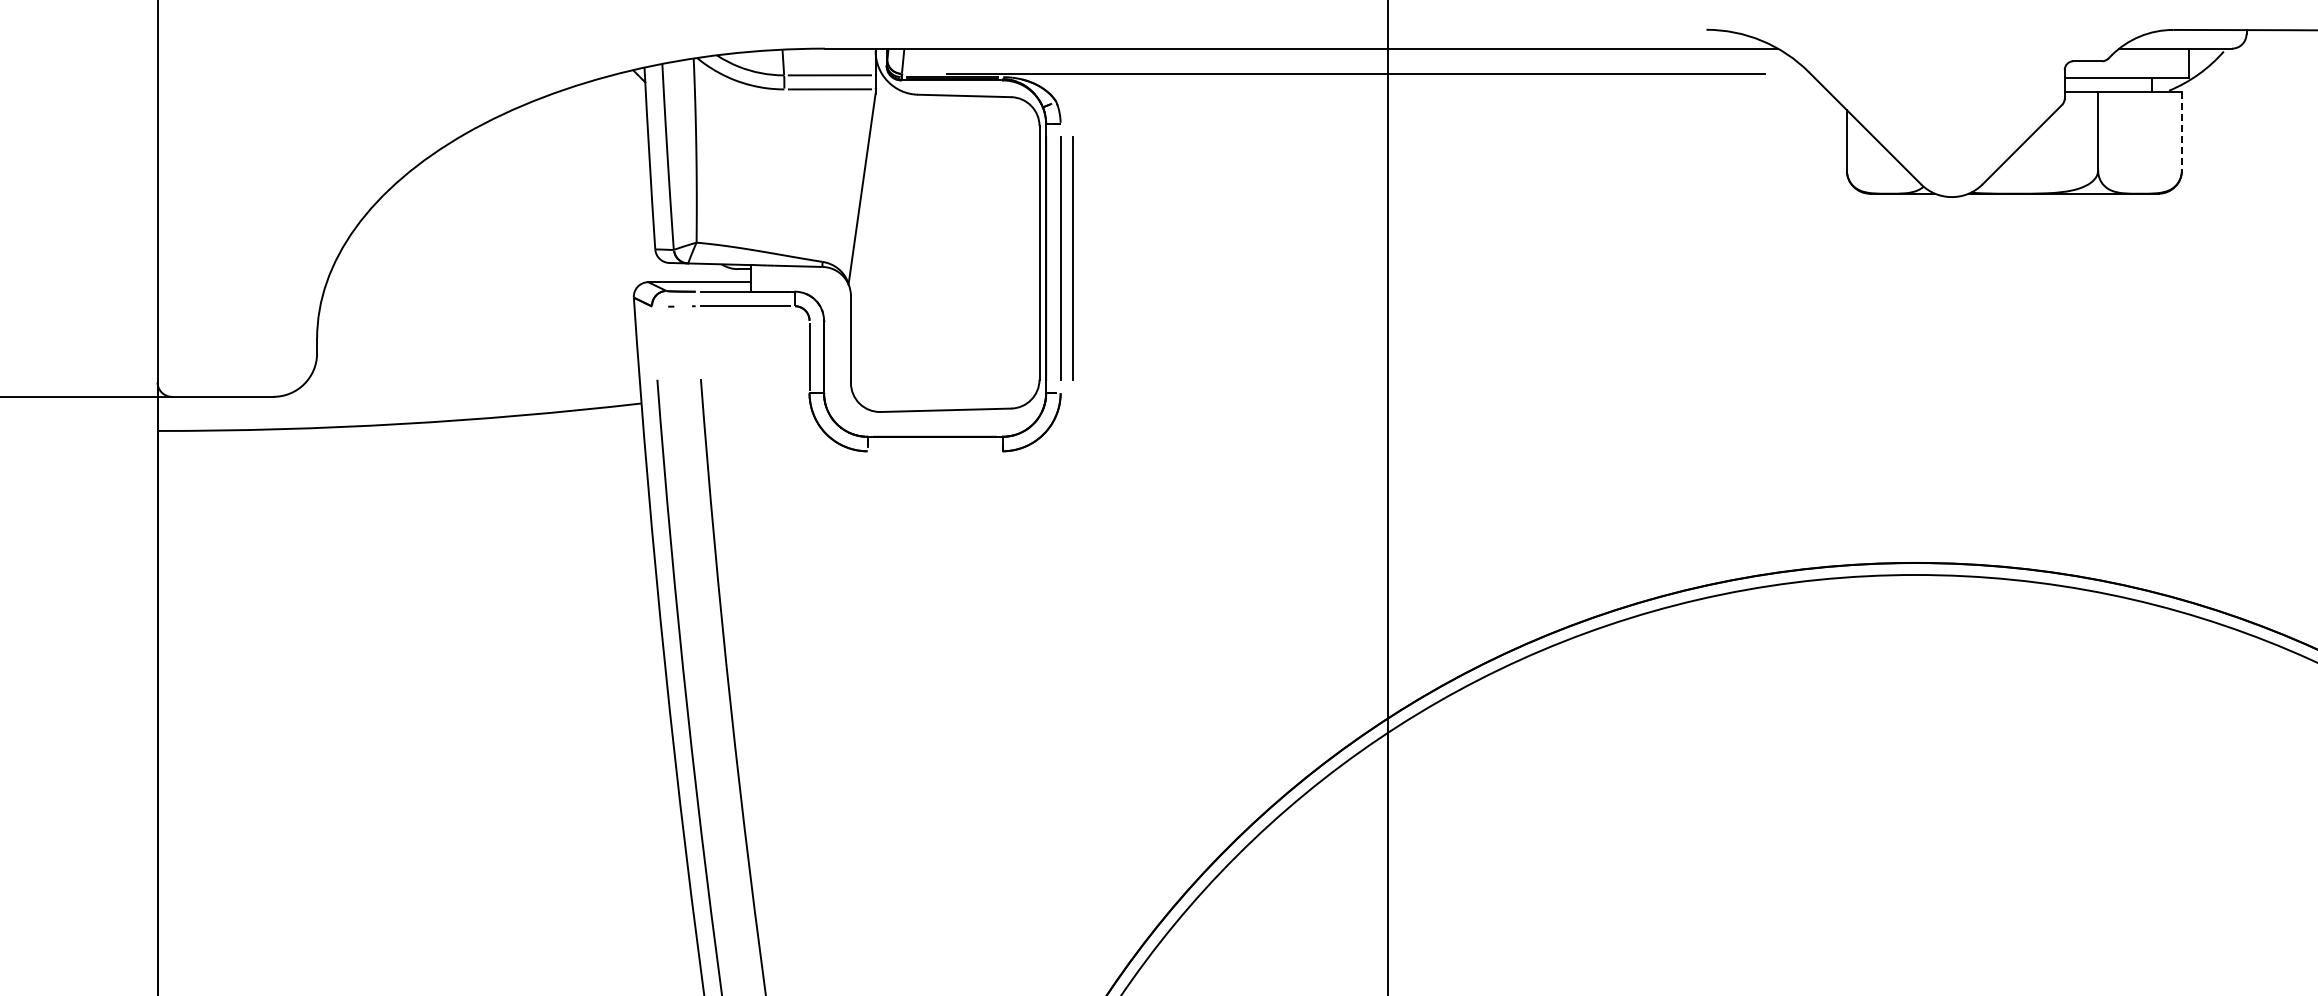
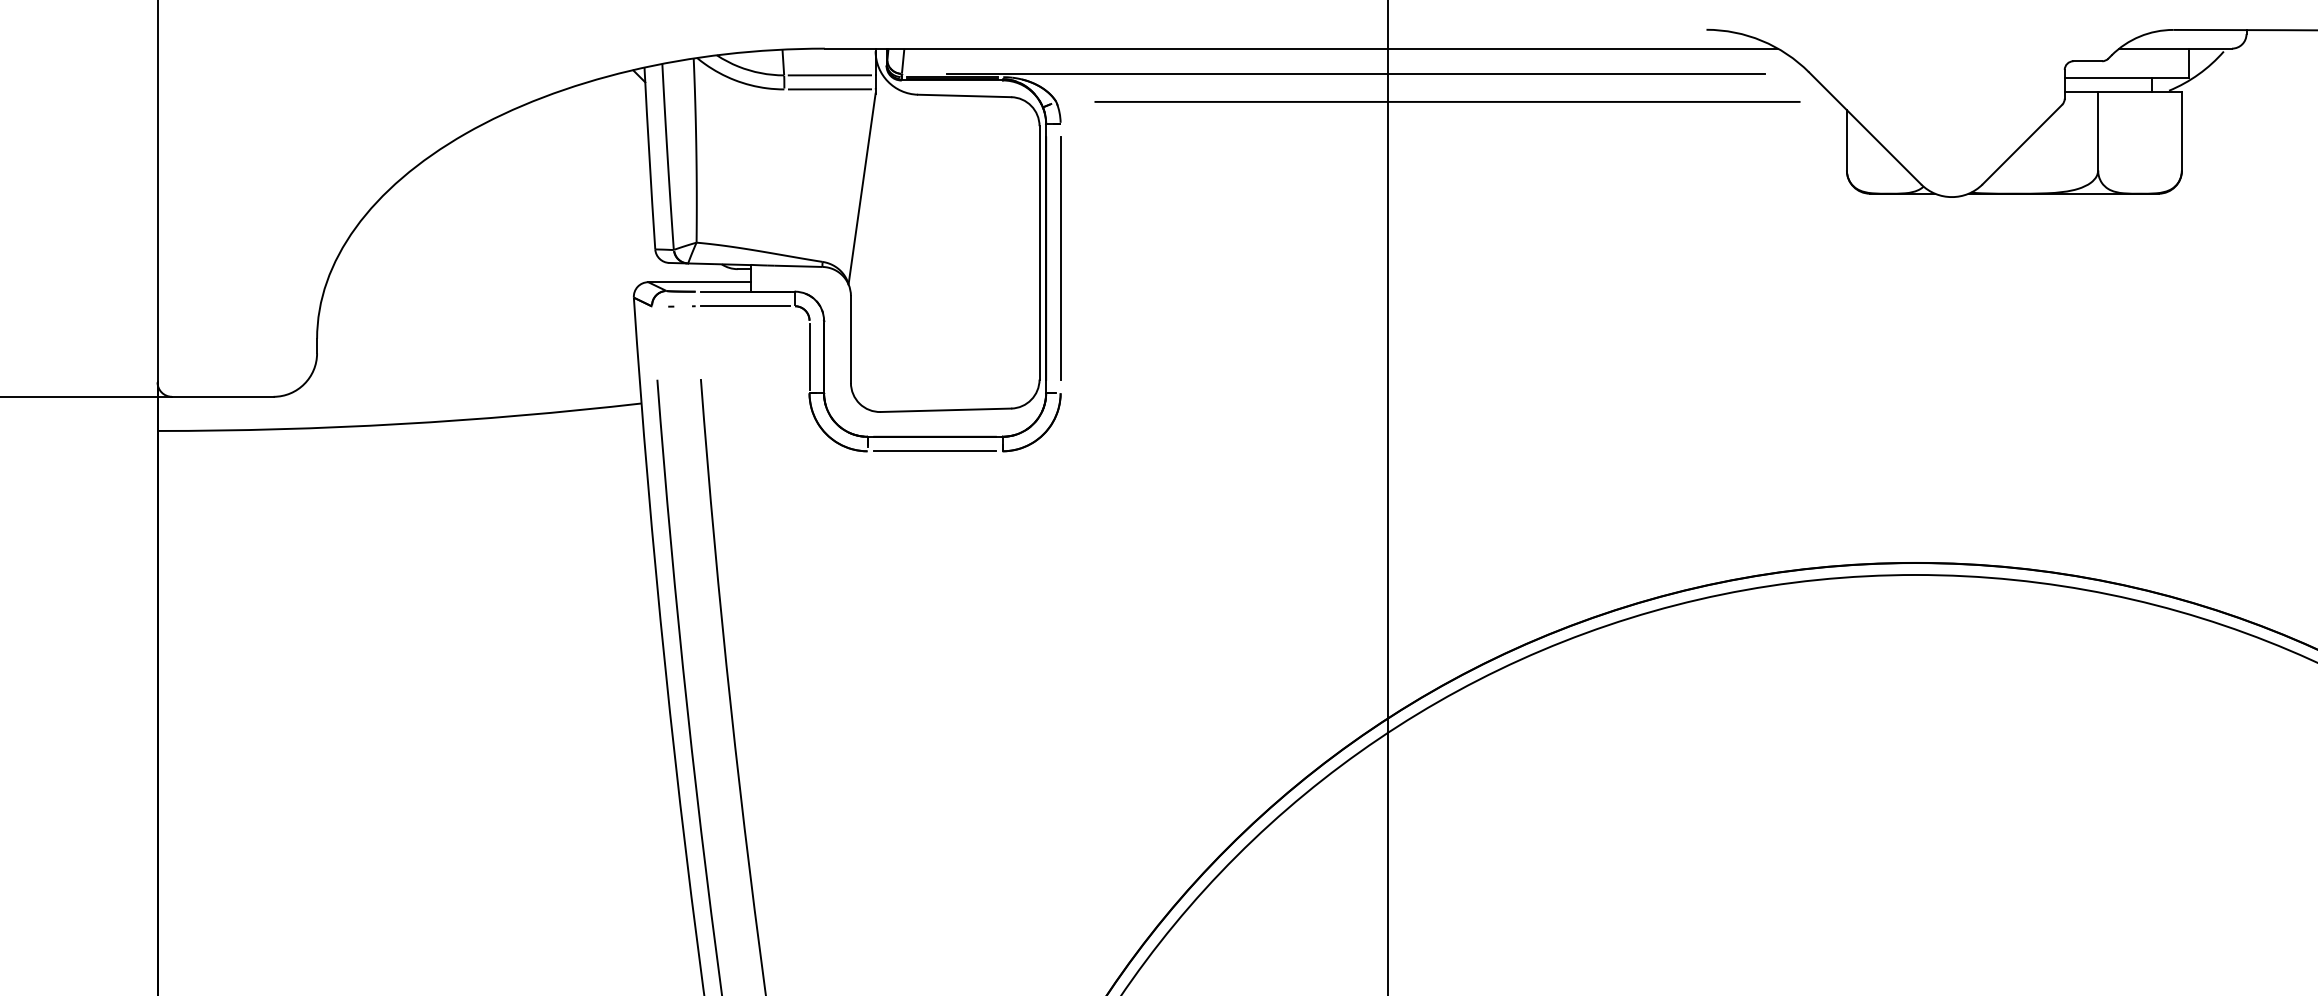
line at (1447, 101): none -> present
line at (2181, 131): dashed -> solid
line at (1072, 258): present -> none
line at (934, 451): none -> present
